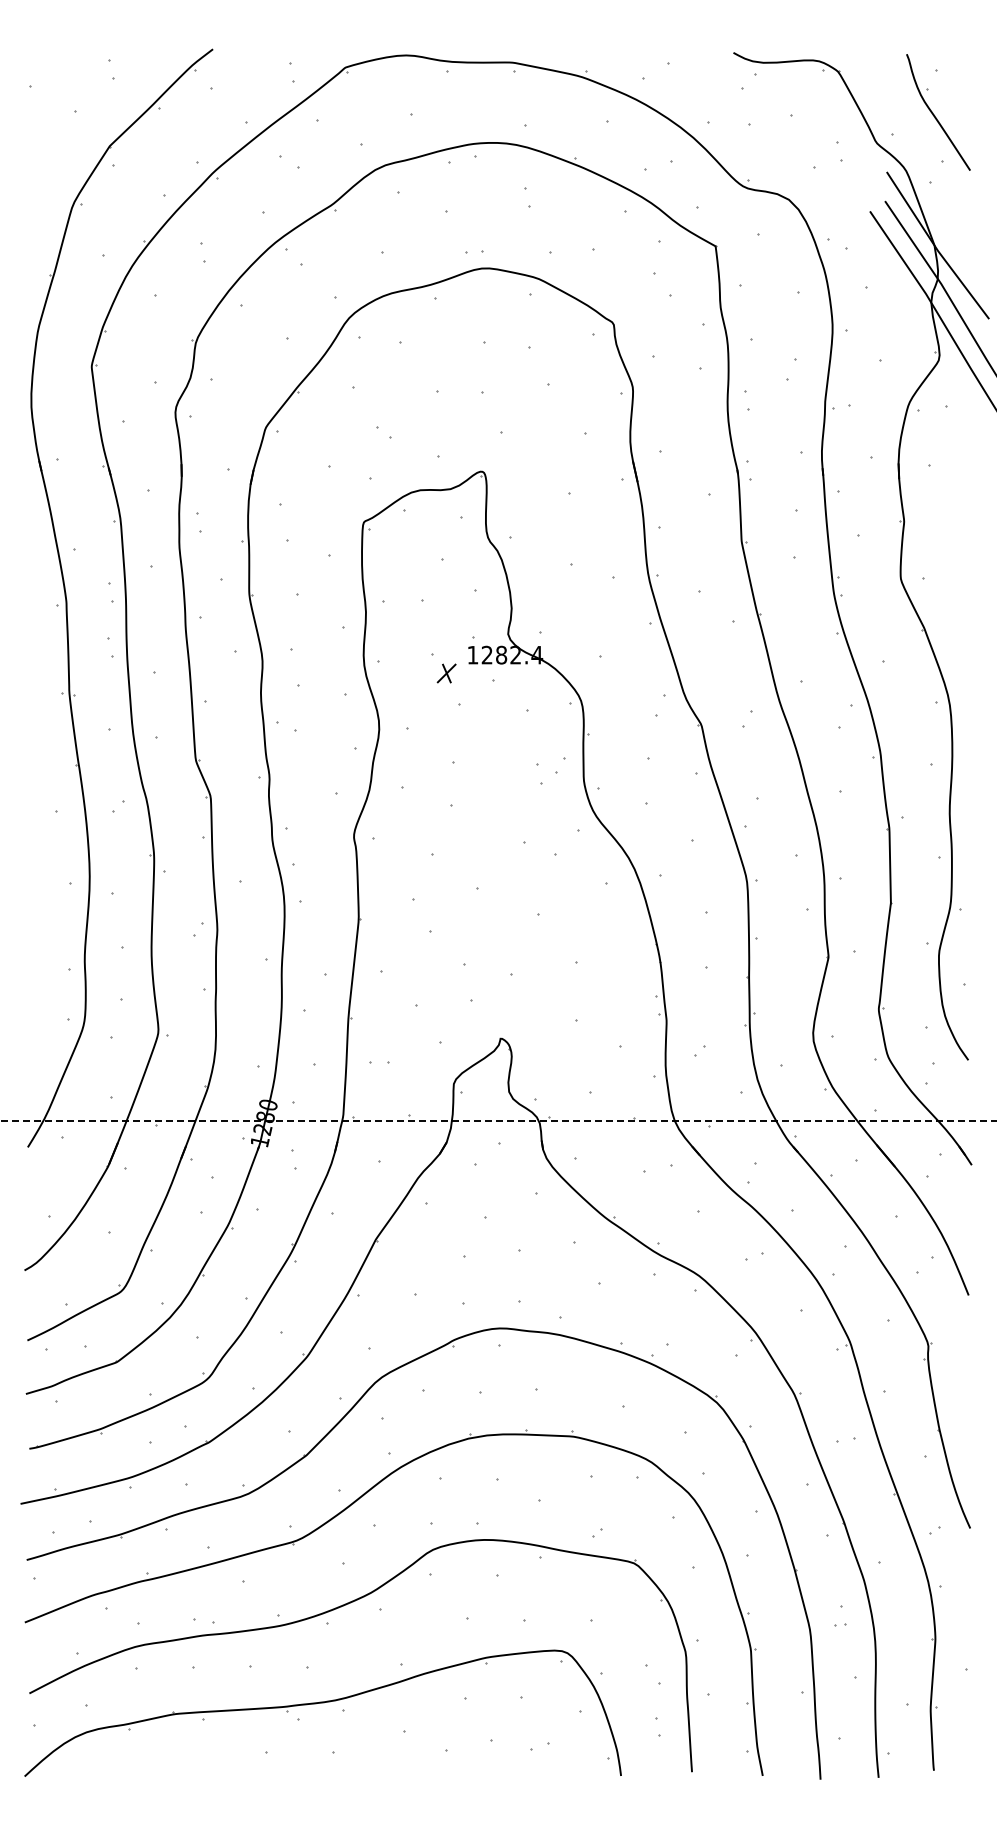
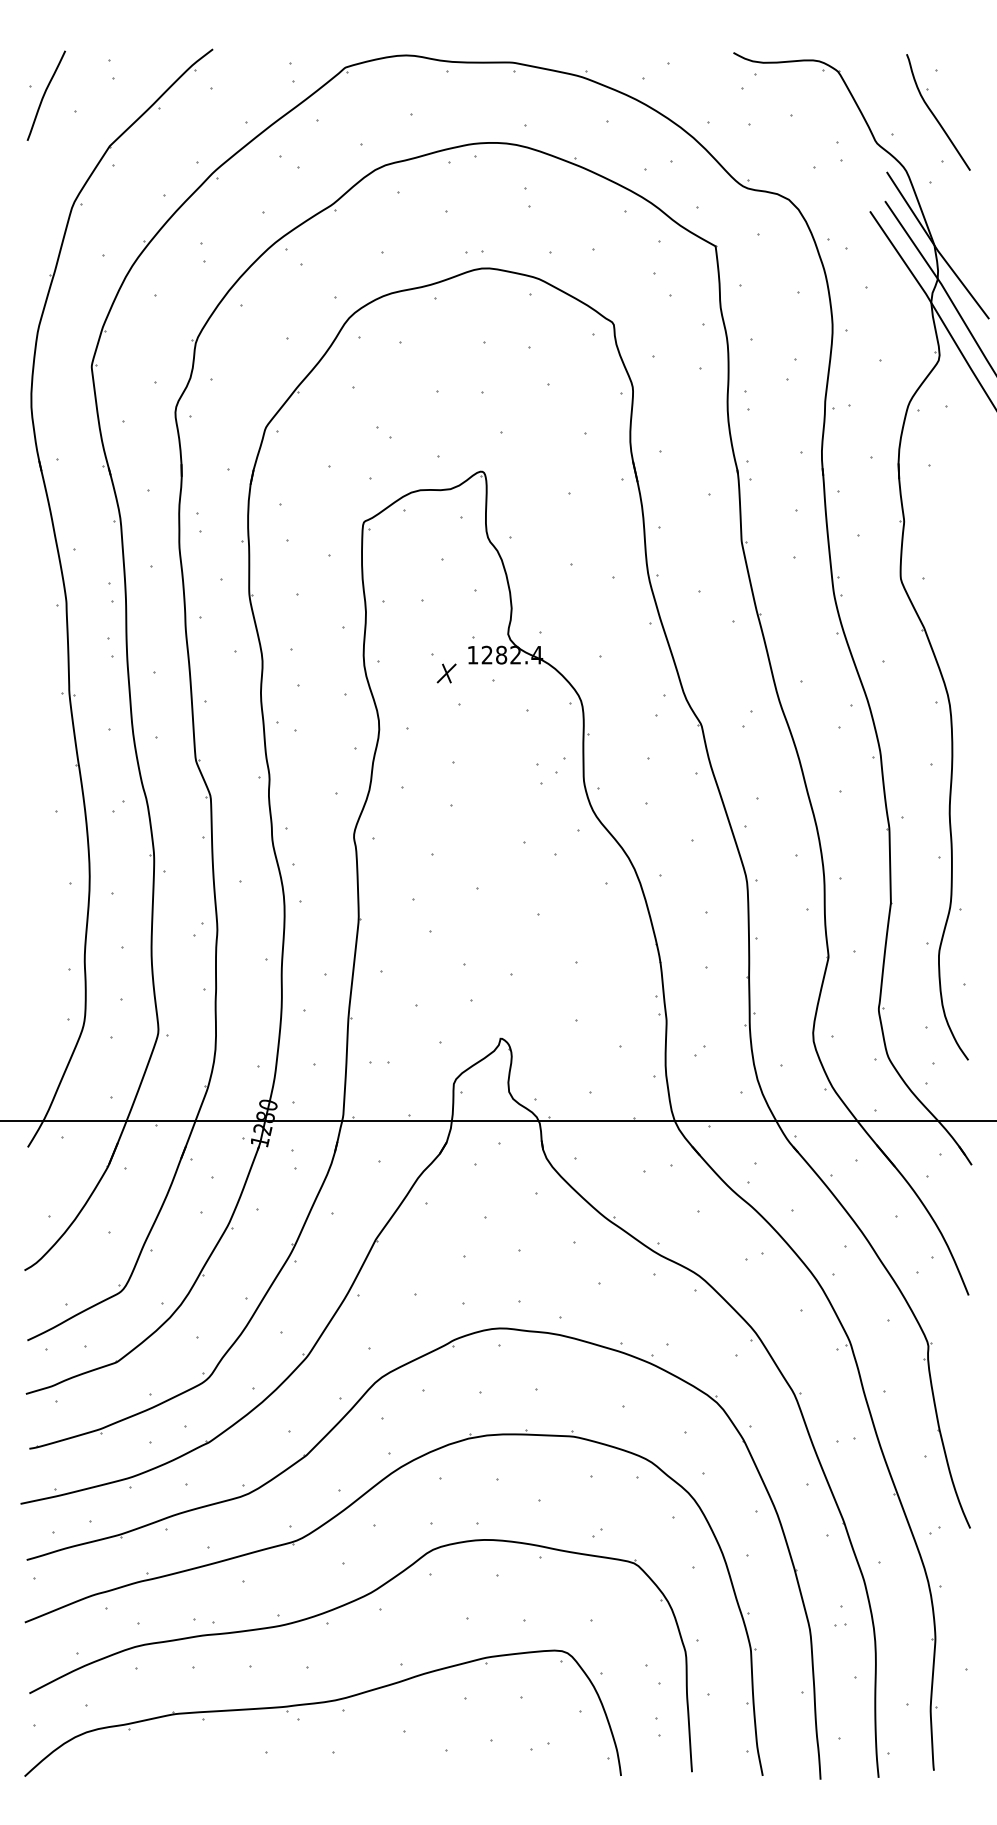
curve at (45, 94): none -> present
line at (498, 1120): dashed -> solid
